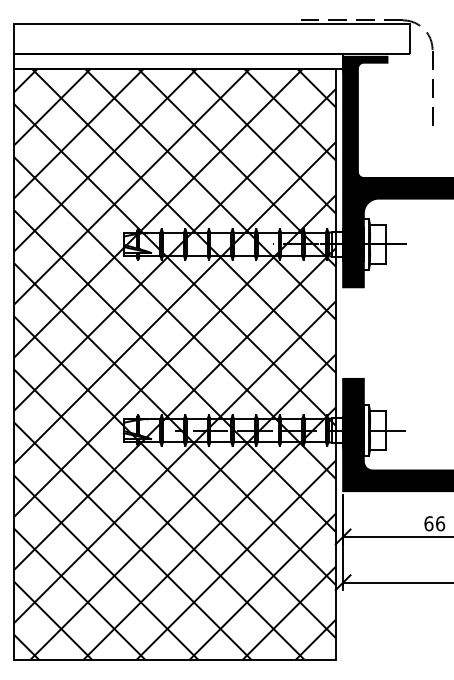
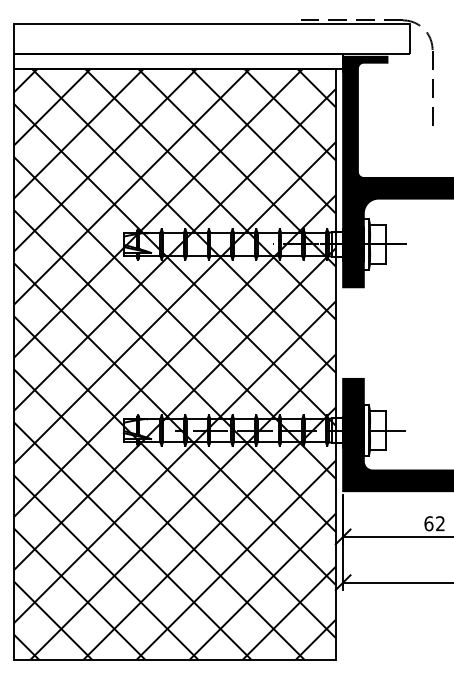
text at (440, 523): 66 -> 62
